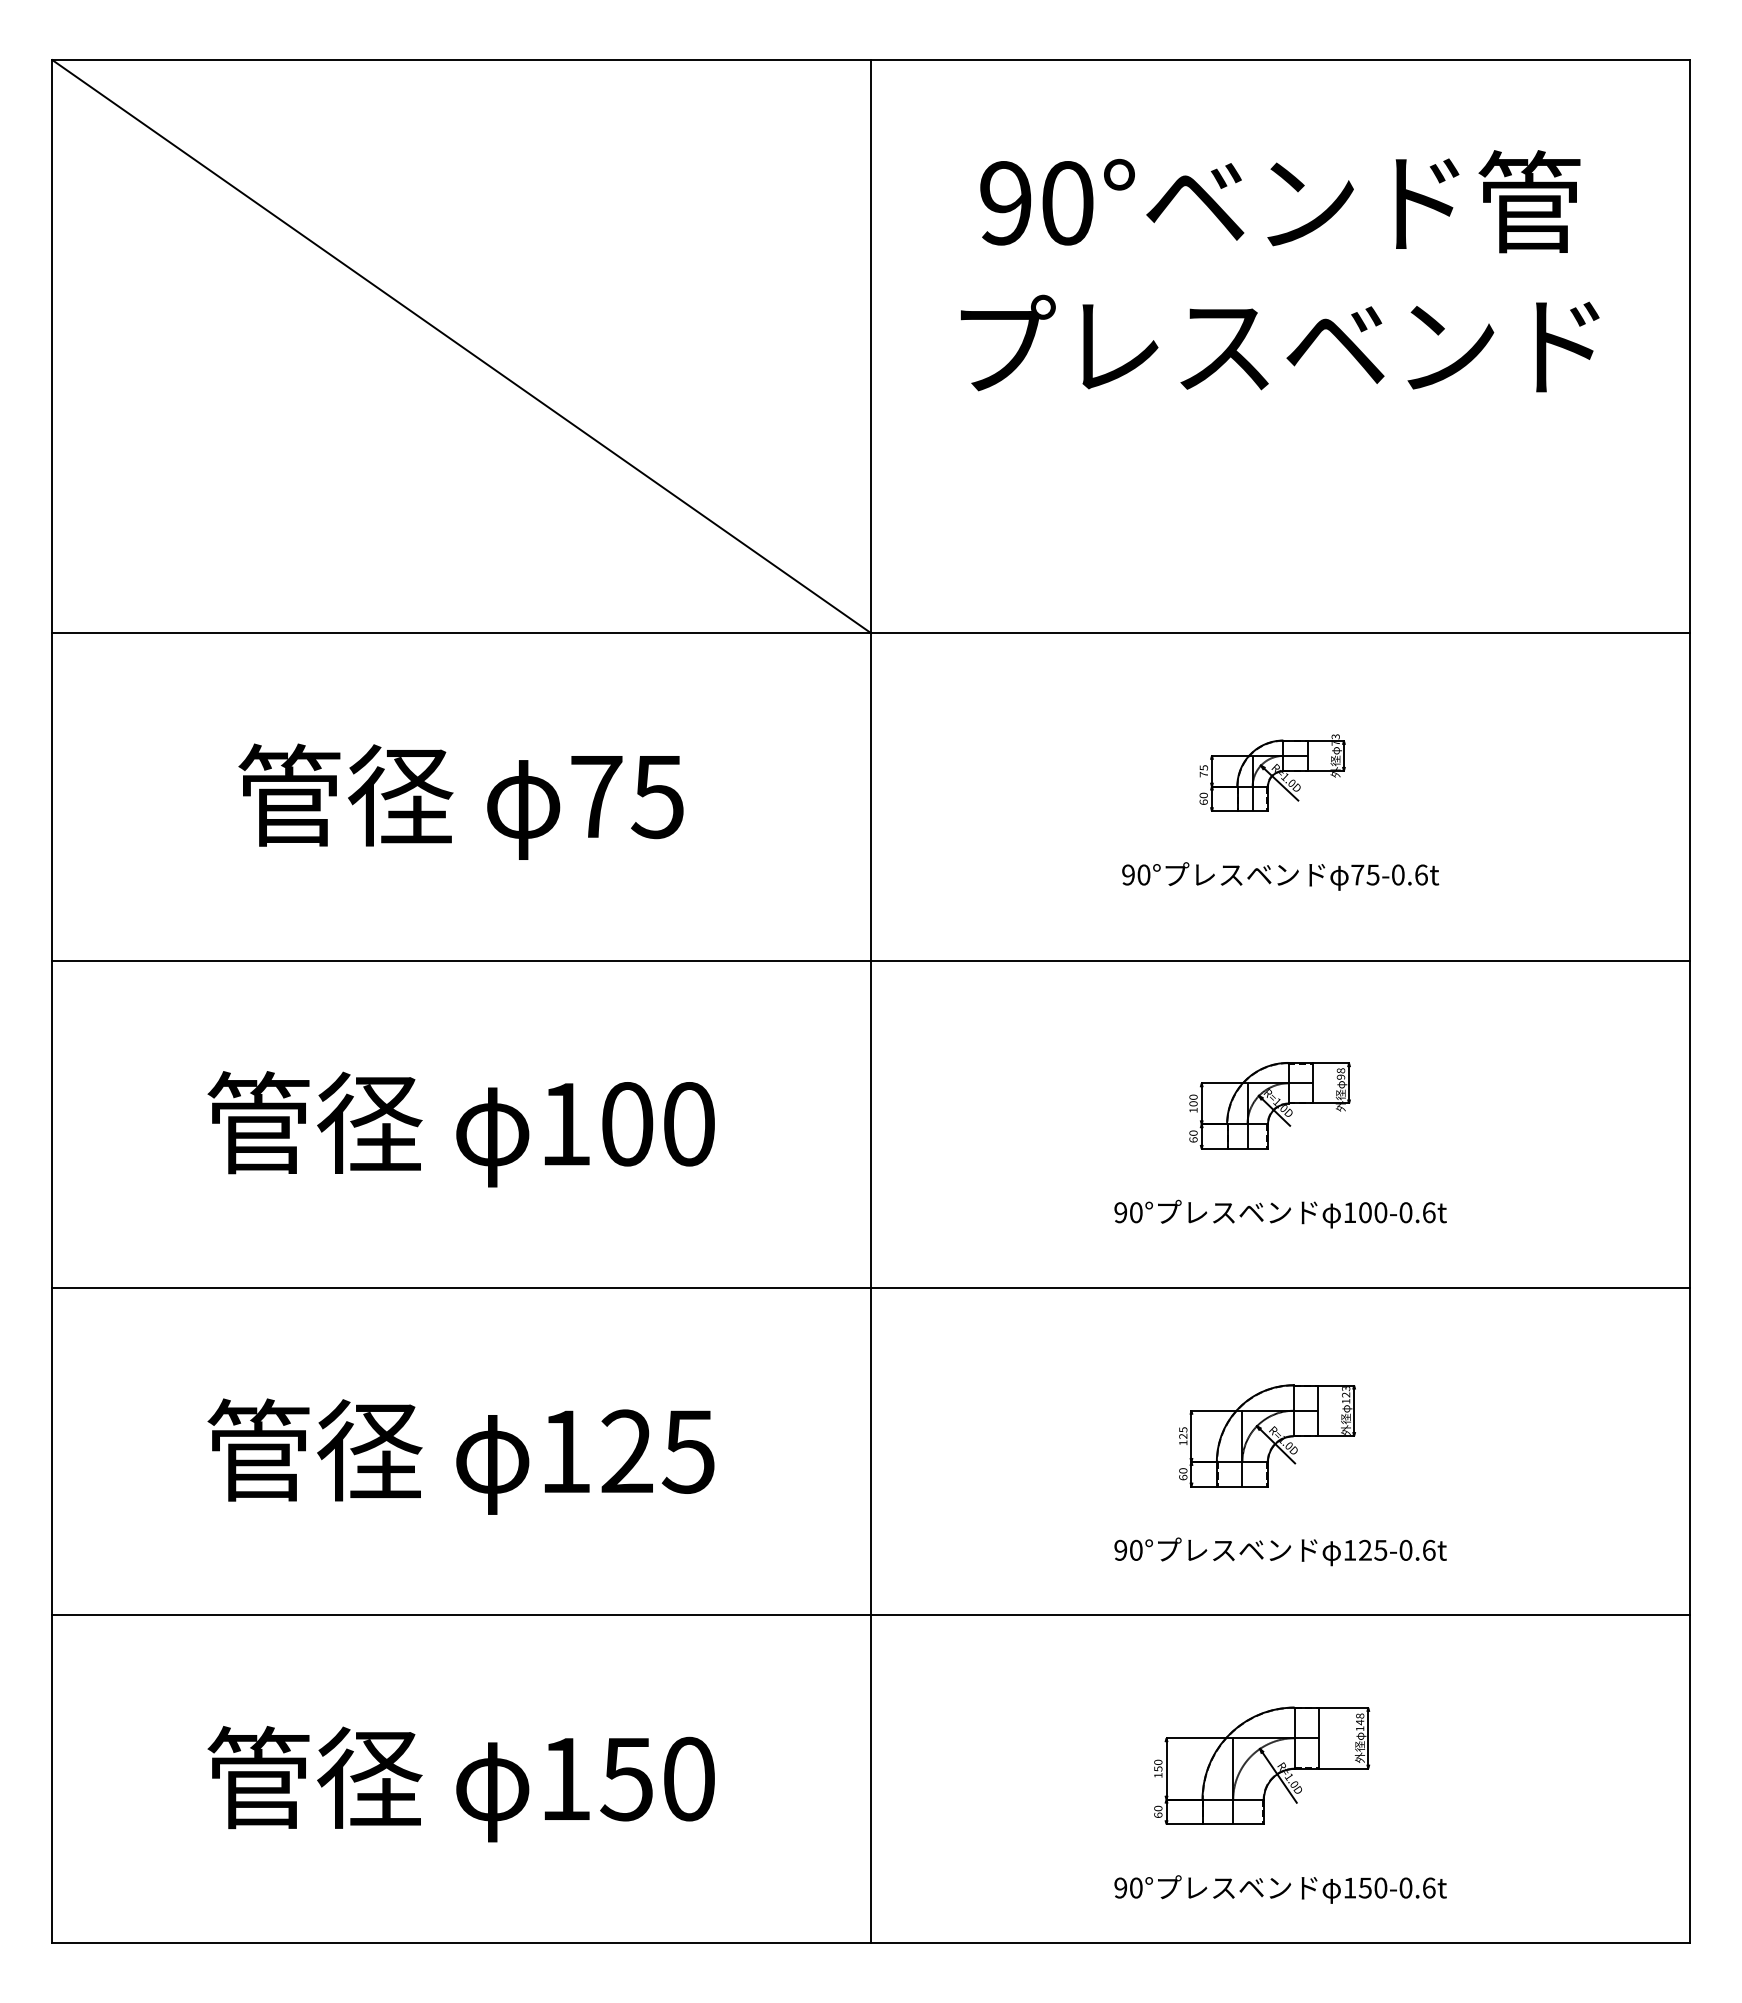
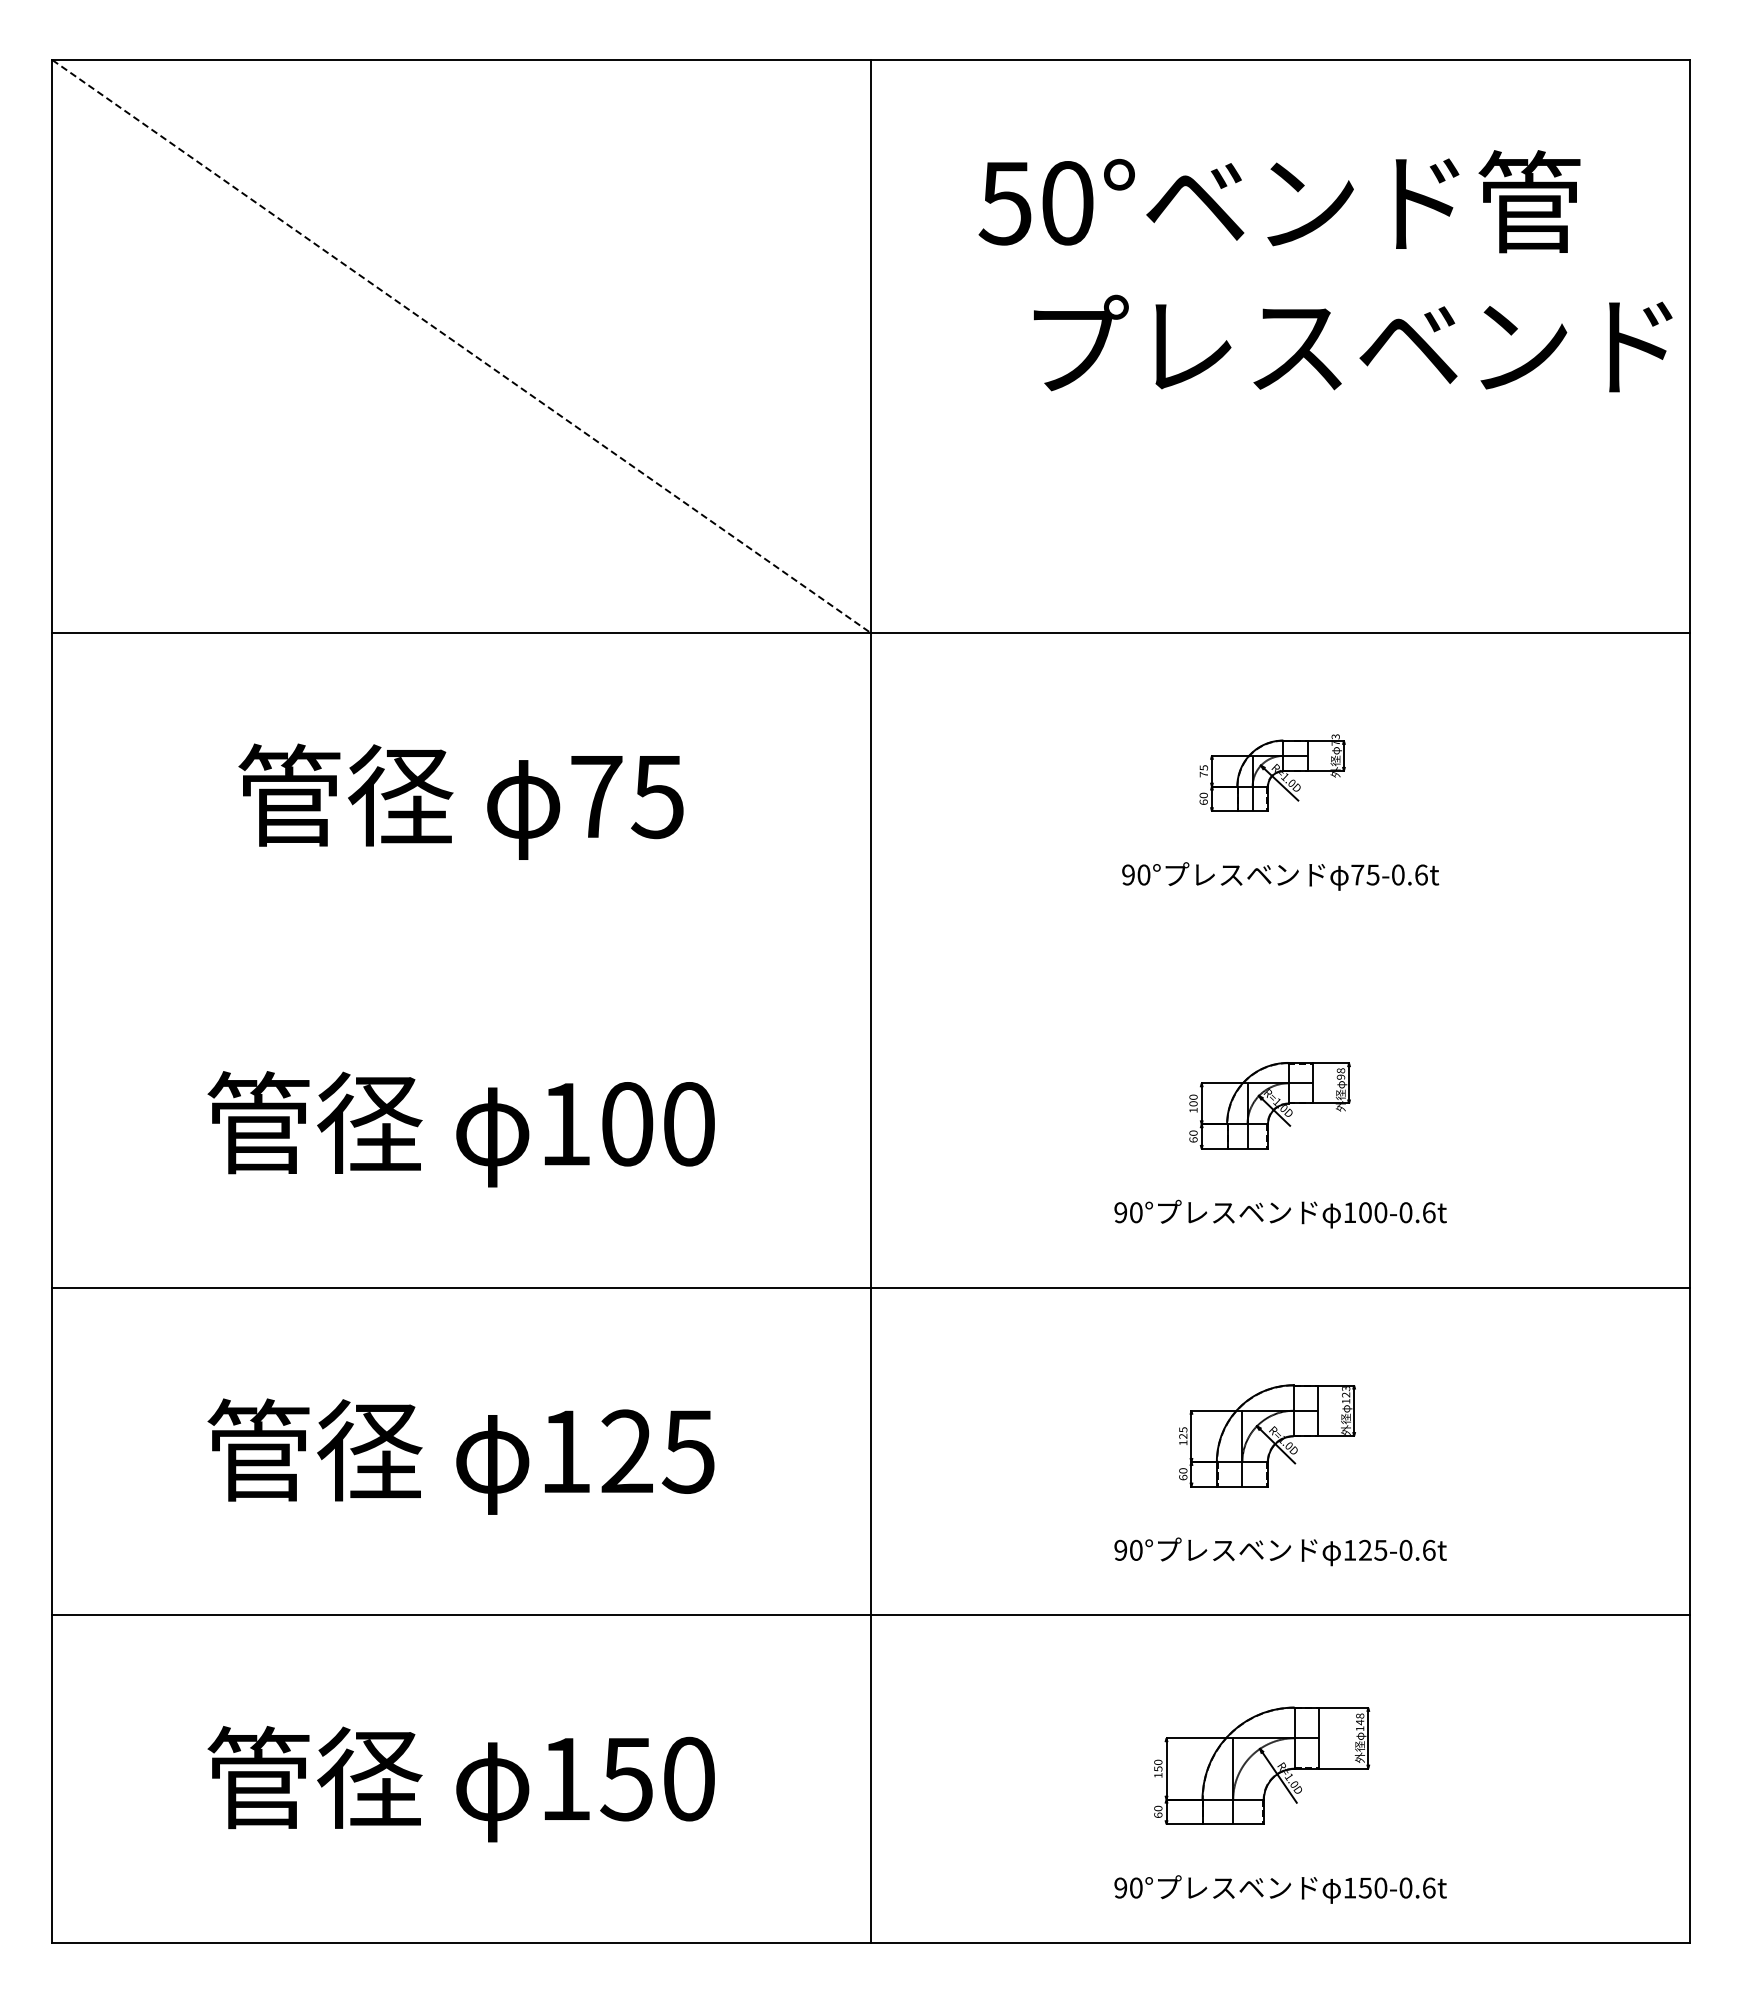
text at (1004, 203): 90° -> 50°
text at (1280, 343) position: (1280, 343) -> (1353, 343)
line at (461, 346): solid -> dashed
line at (870, 960): present -> none
